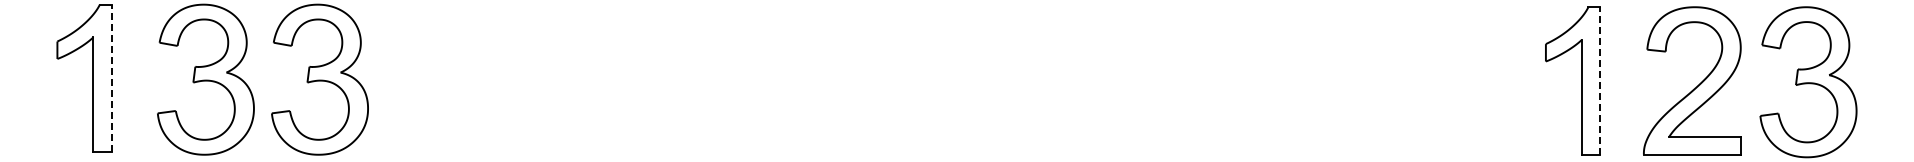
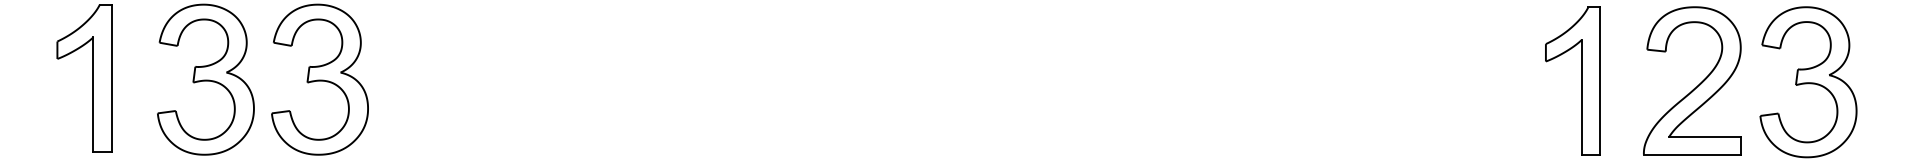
line at (111, 78): dashed -> solid
line at (1600, 80): dashed -> solid
